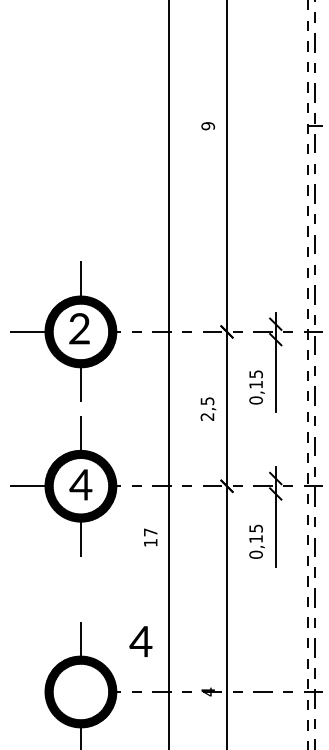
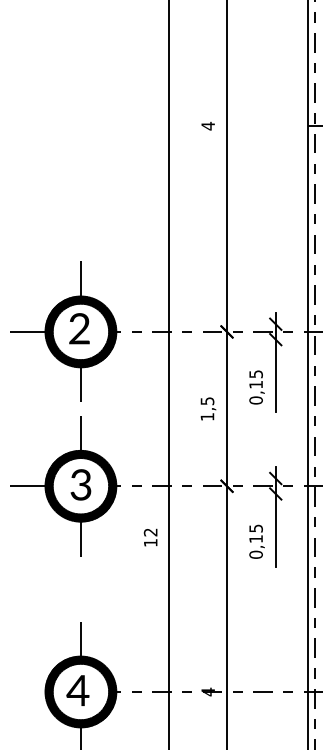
text at (208, 125): 9 -> 4
line at (307, 374): dashed -> solid
text at (207, 416): 2,5 -> 1,5
text at (80, 484): 4 -> 3
text at (150, 532): 17 -> 12
text at (140, 641) position: (140, 641) -> (77, 690)
